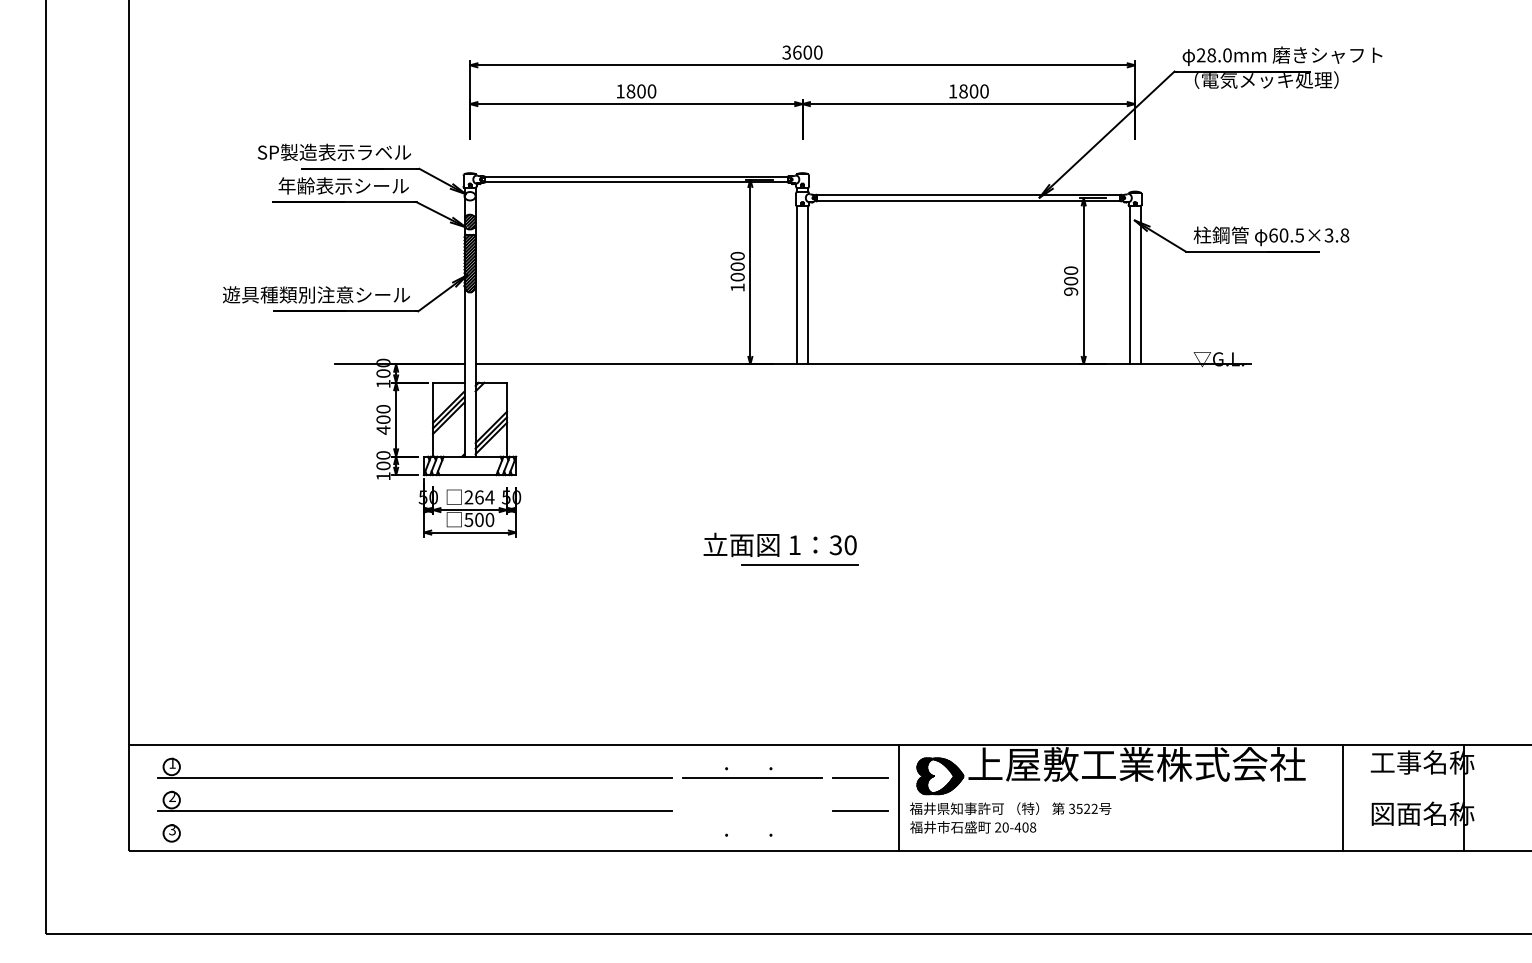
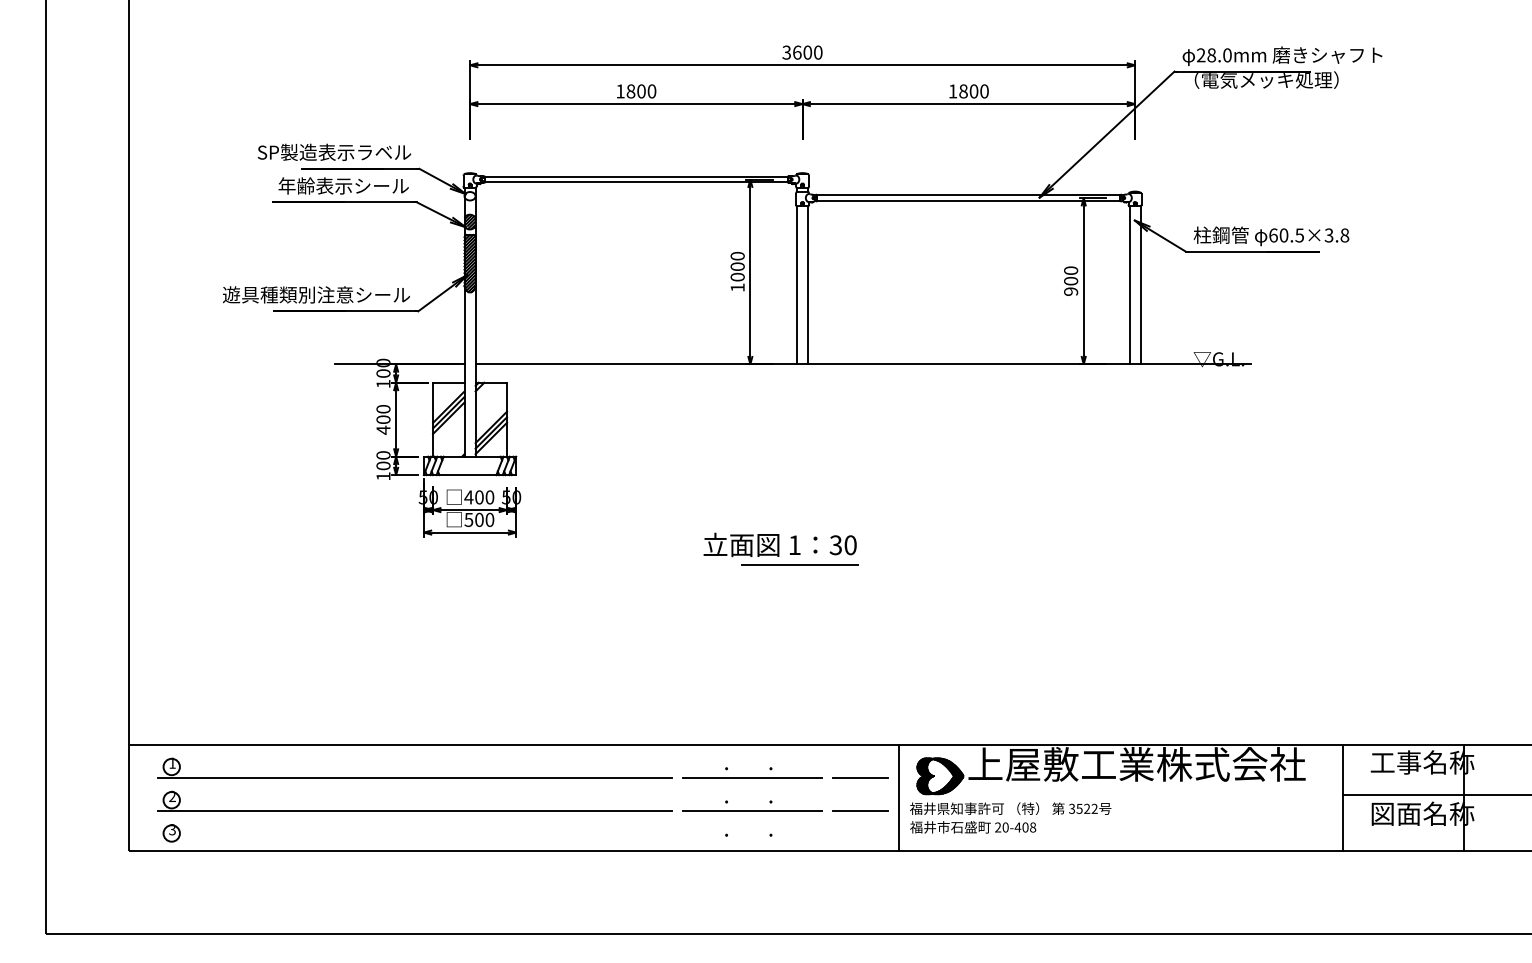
text at (479, 497): 264 -> 400
line at (1435, 794): none -> present
part at (752, 805): none -> present
